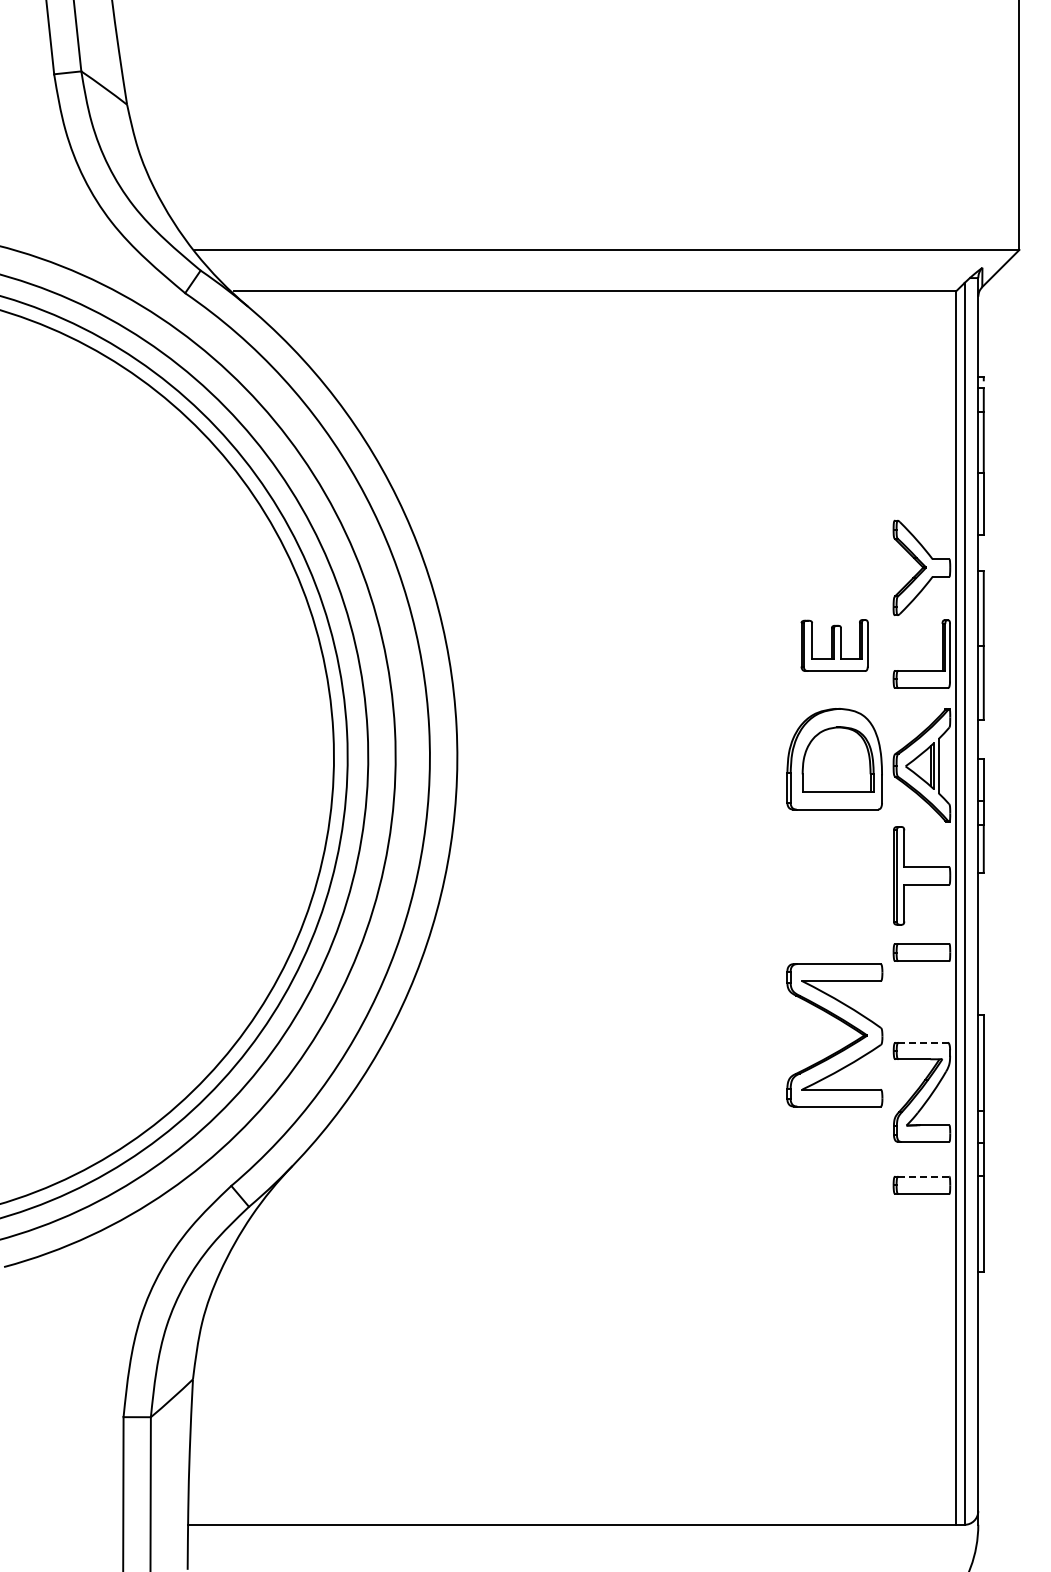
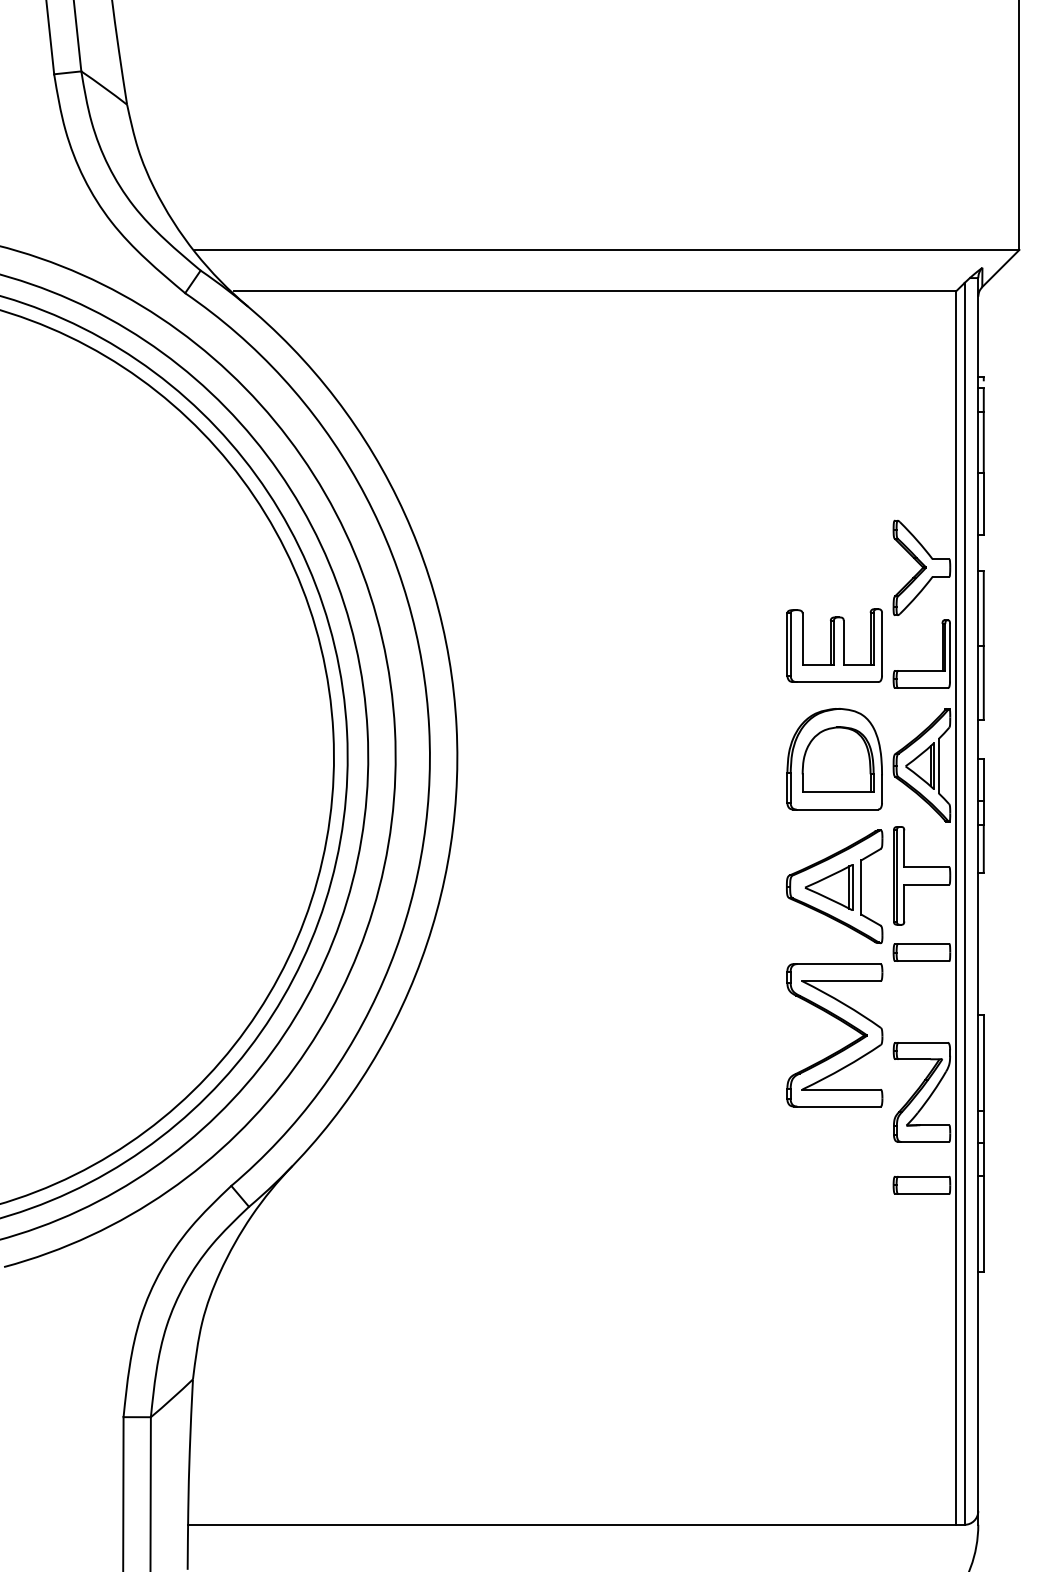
part at (834, 645) size: 69x53 px -> 97x75 px
part at (834, 886): none -> present
line at (923, 1042): dashed -> solid
line at (923, 1176): dashed -> solid
